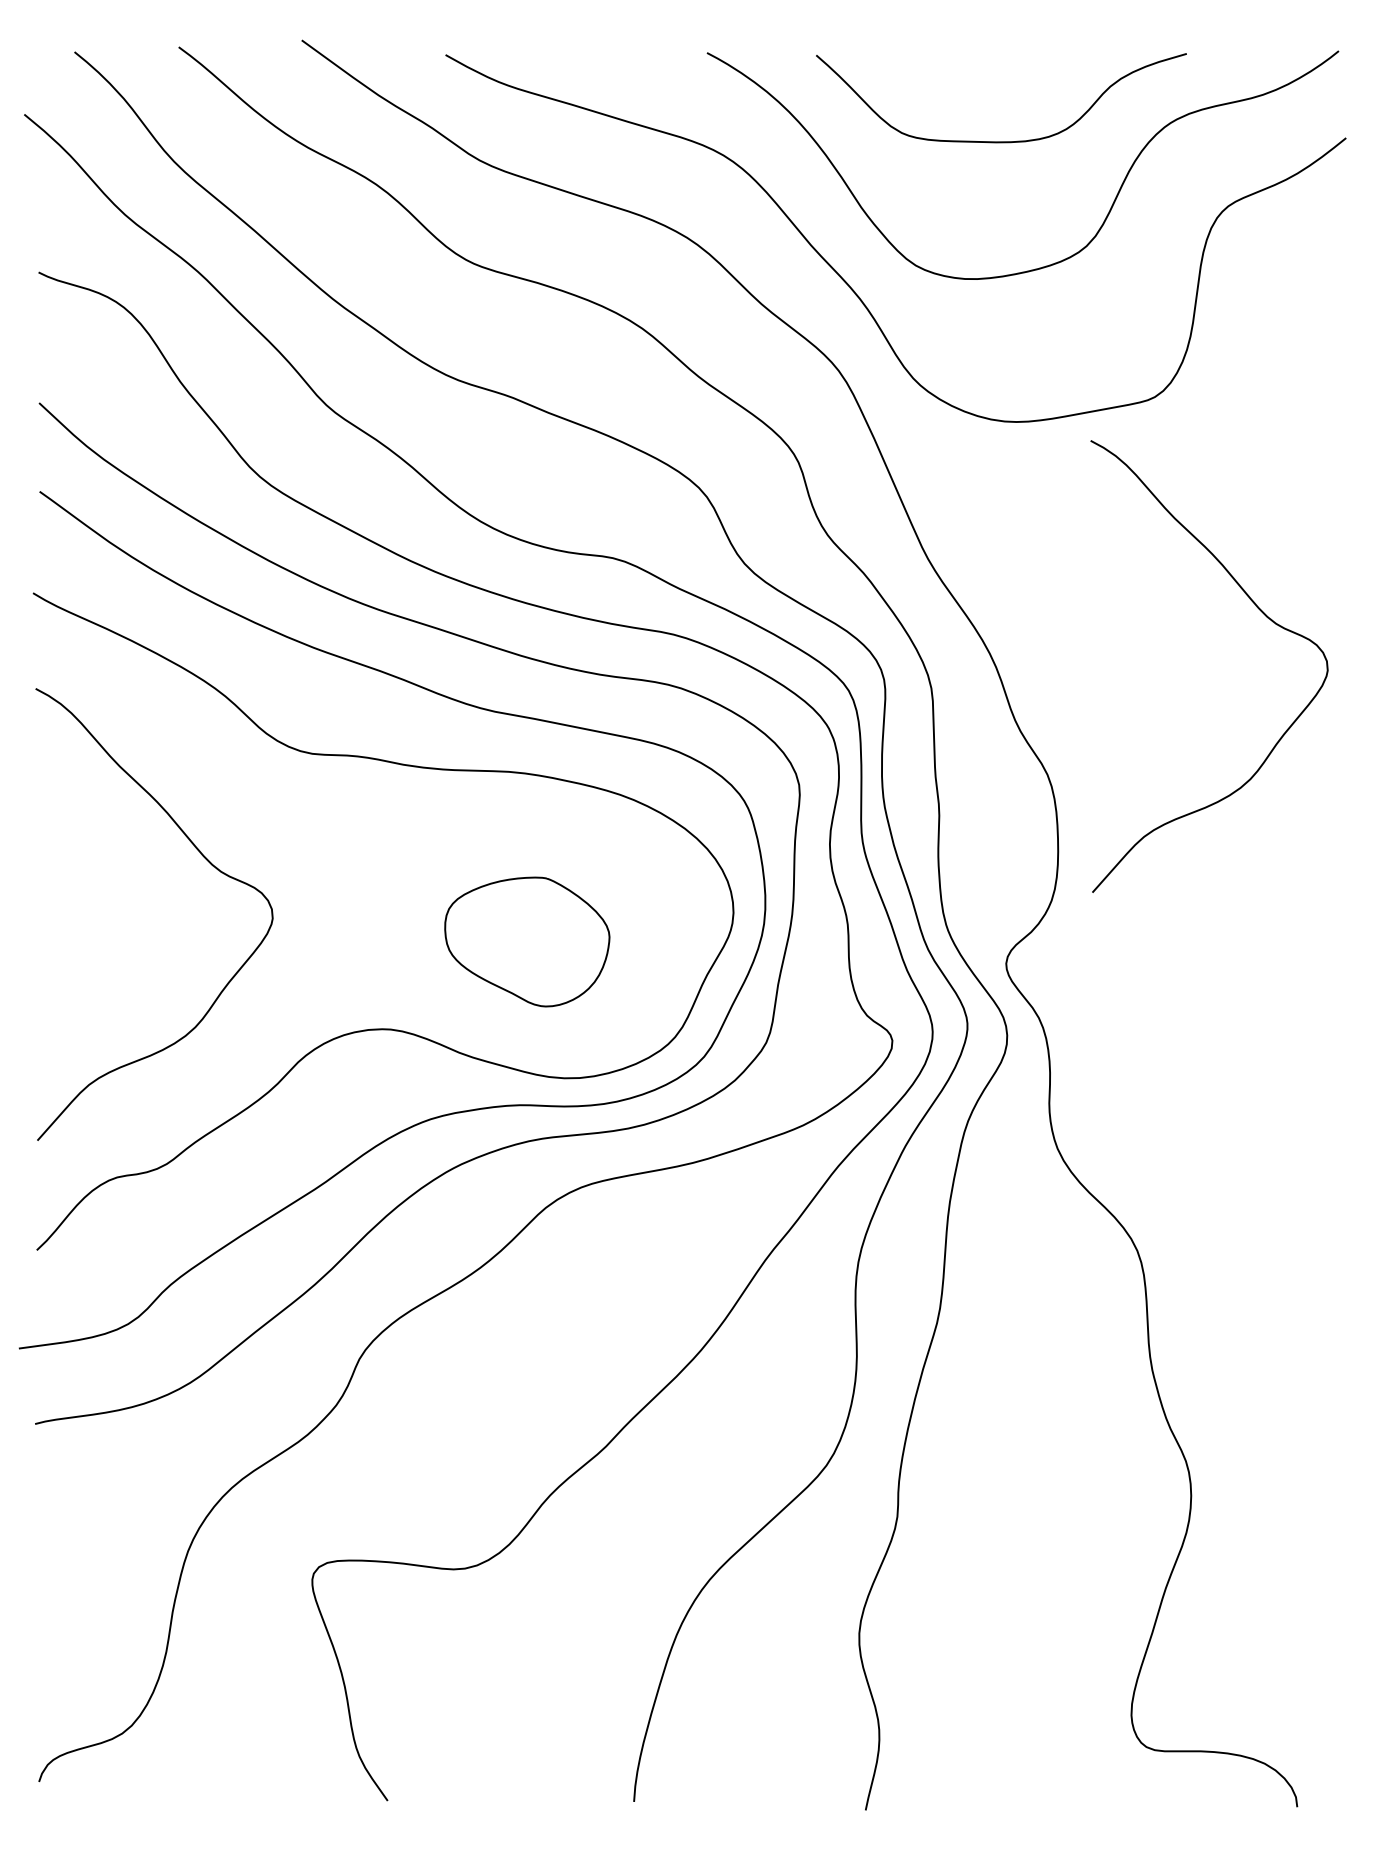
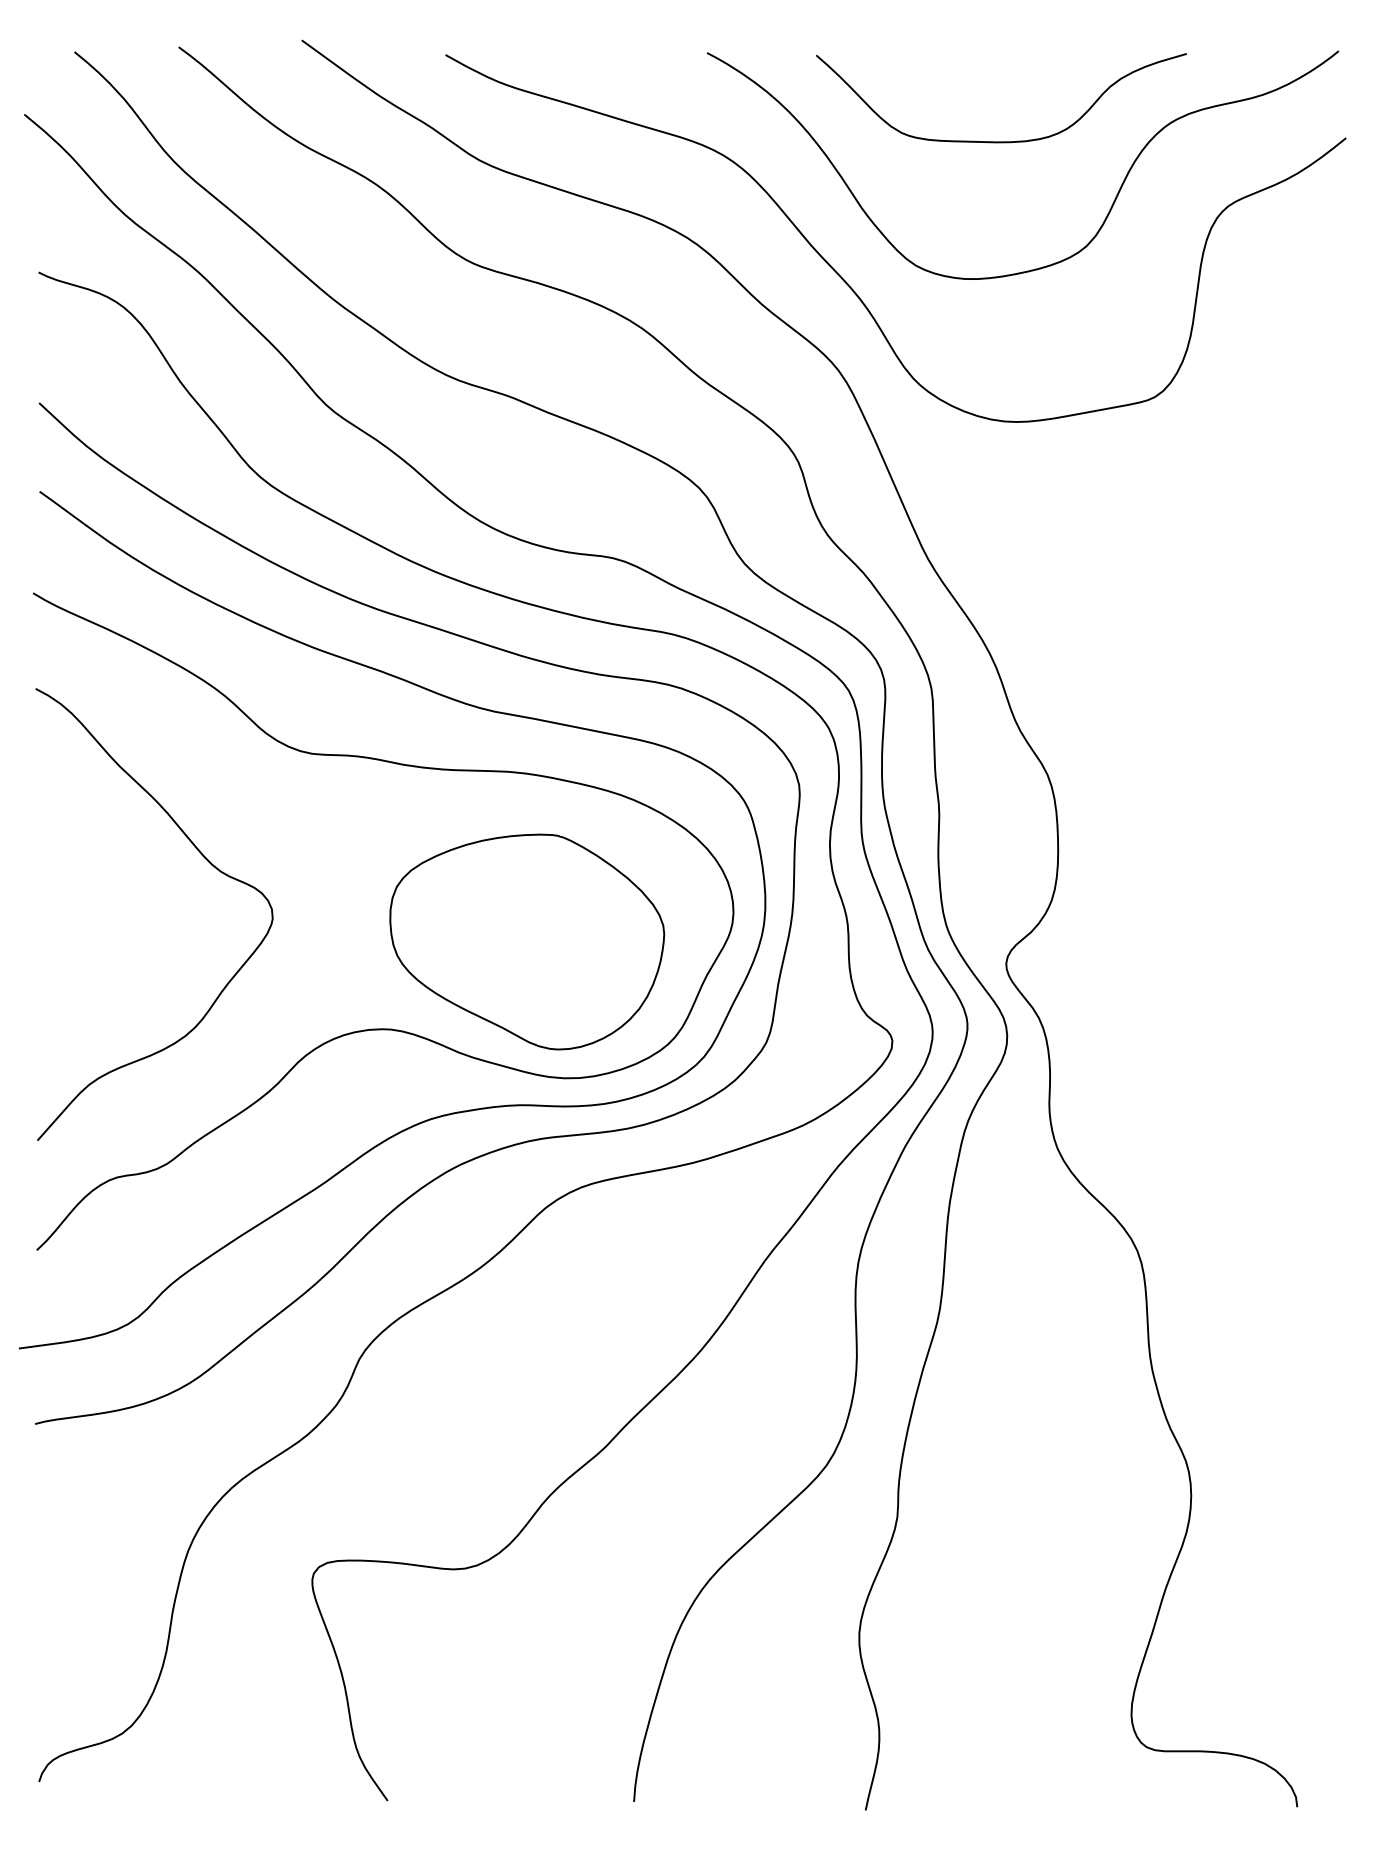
curve at (1262, 613): present -> none
part at (527, 941) size: 167x132 px -> 277x218 px
